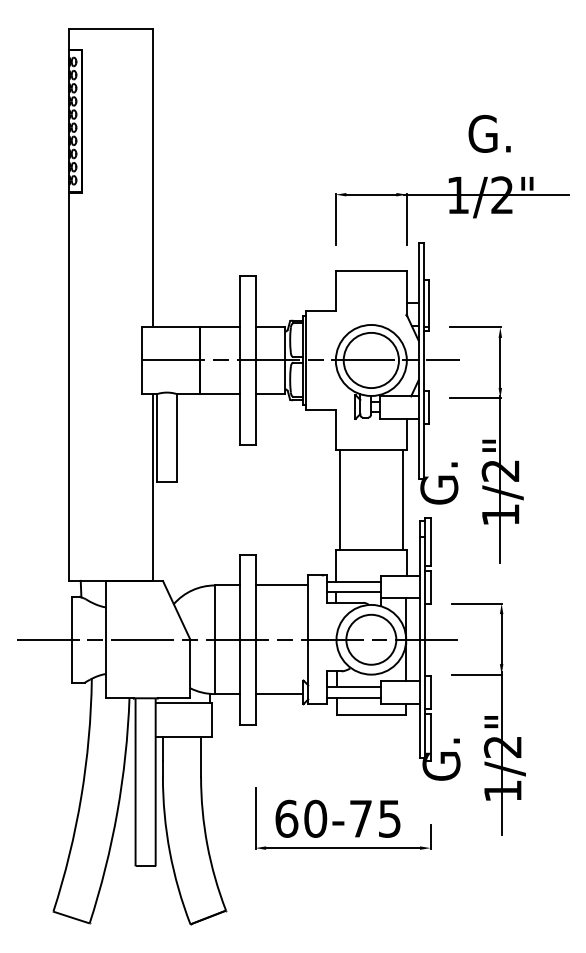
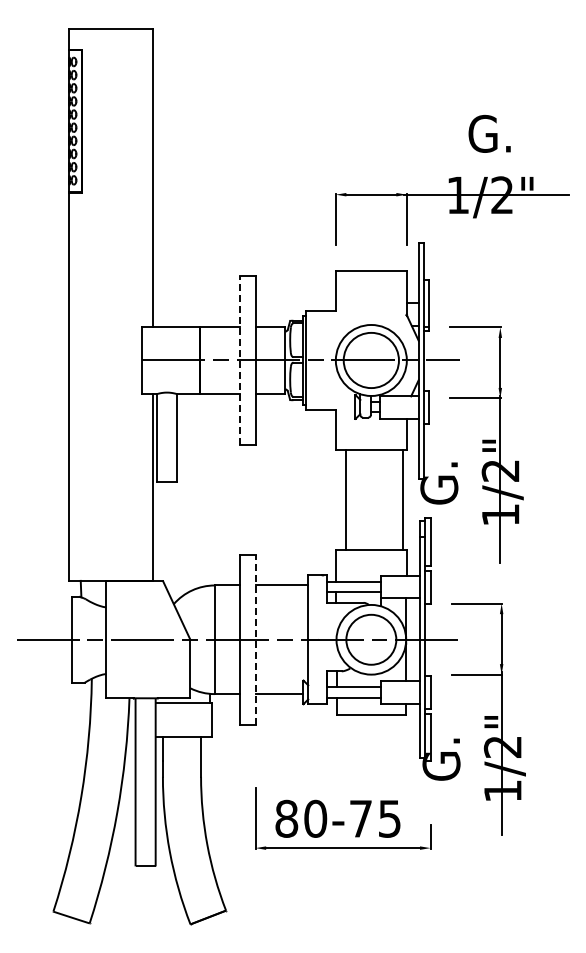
line at (239, 360): solid -> dashed
line at (339, 499) position: (339, 499) -> (345, 499)
line at (255, 639): solid -> dashed
text at (286, 818): 60-75 -> 80-75
